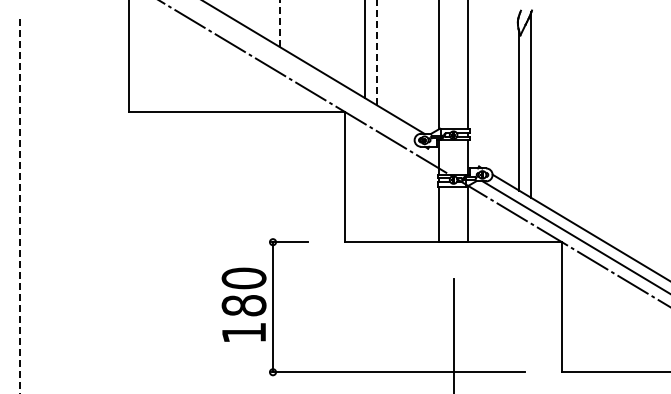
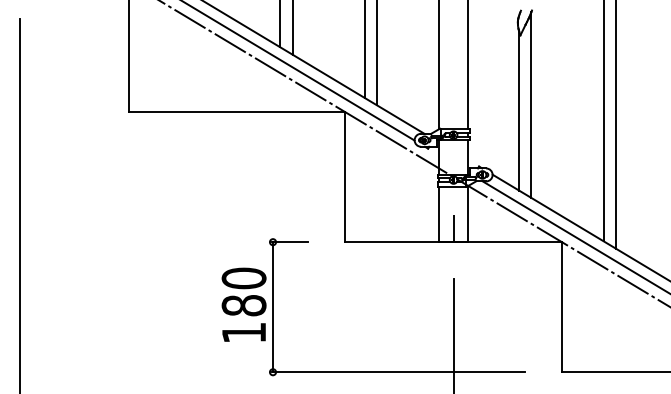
line at (280, 23): dashed -> solid
line at (292, 28): none -> present
line at (377, 52): dashed -> solid
line at (299, 71): none -> present
line at (603, 121): none -> present
line at (615, 125): none -> present
line at (20, 206): dashed -> solid
line at (453, 228): none -> present
